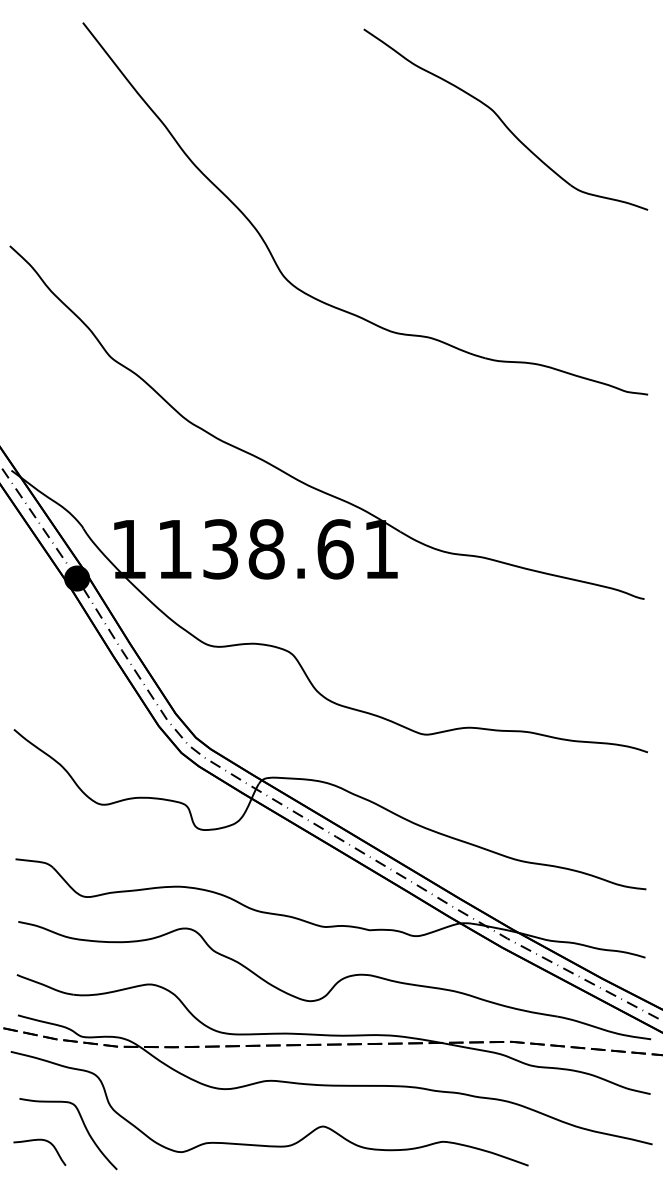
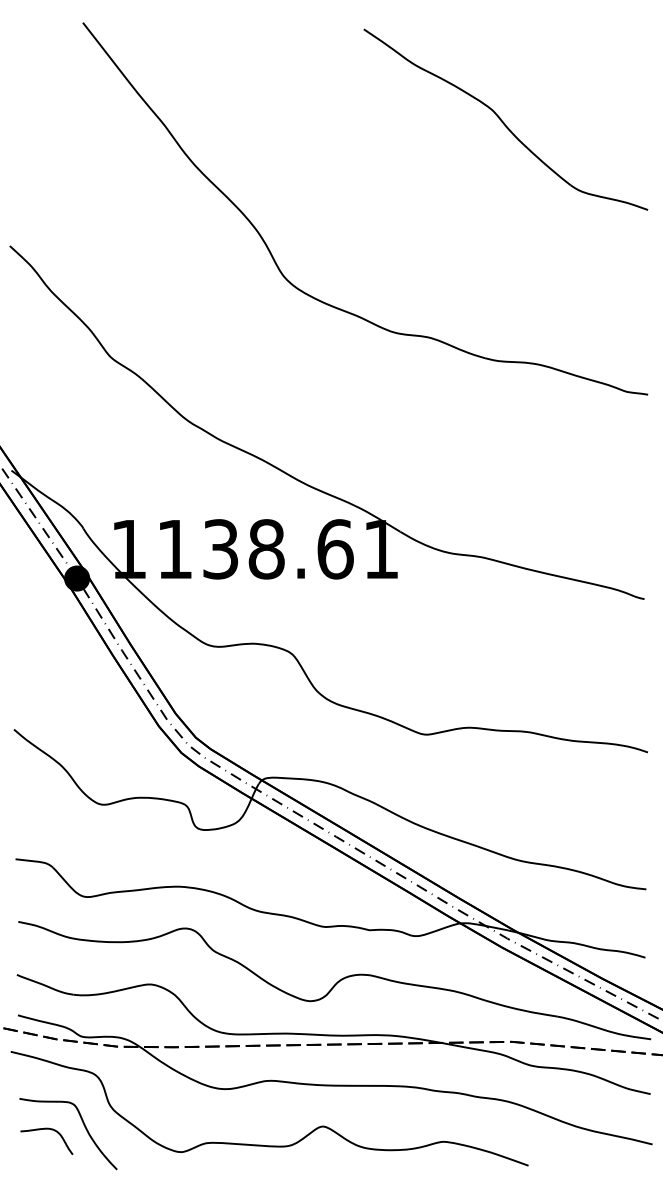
curve at (39, 1140) position: (39, 1140) -> (46, 1129)
